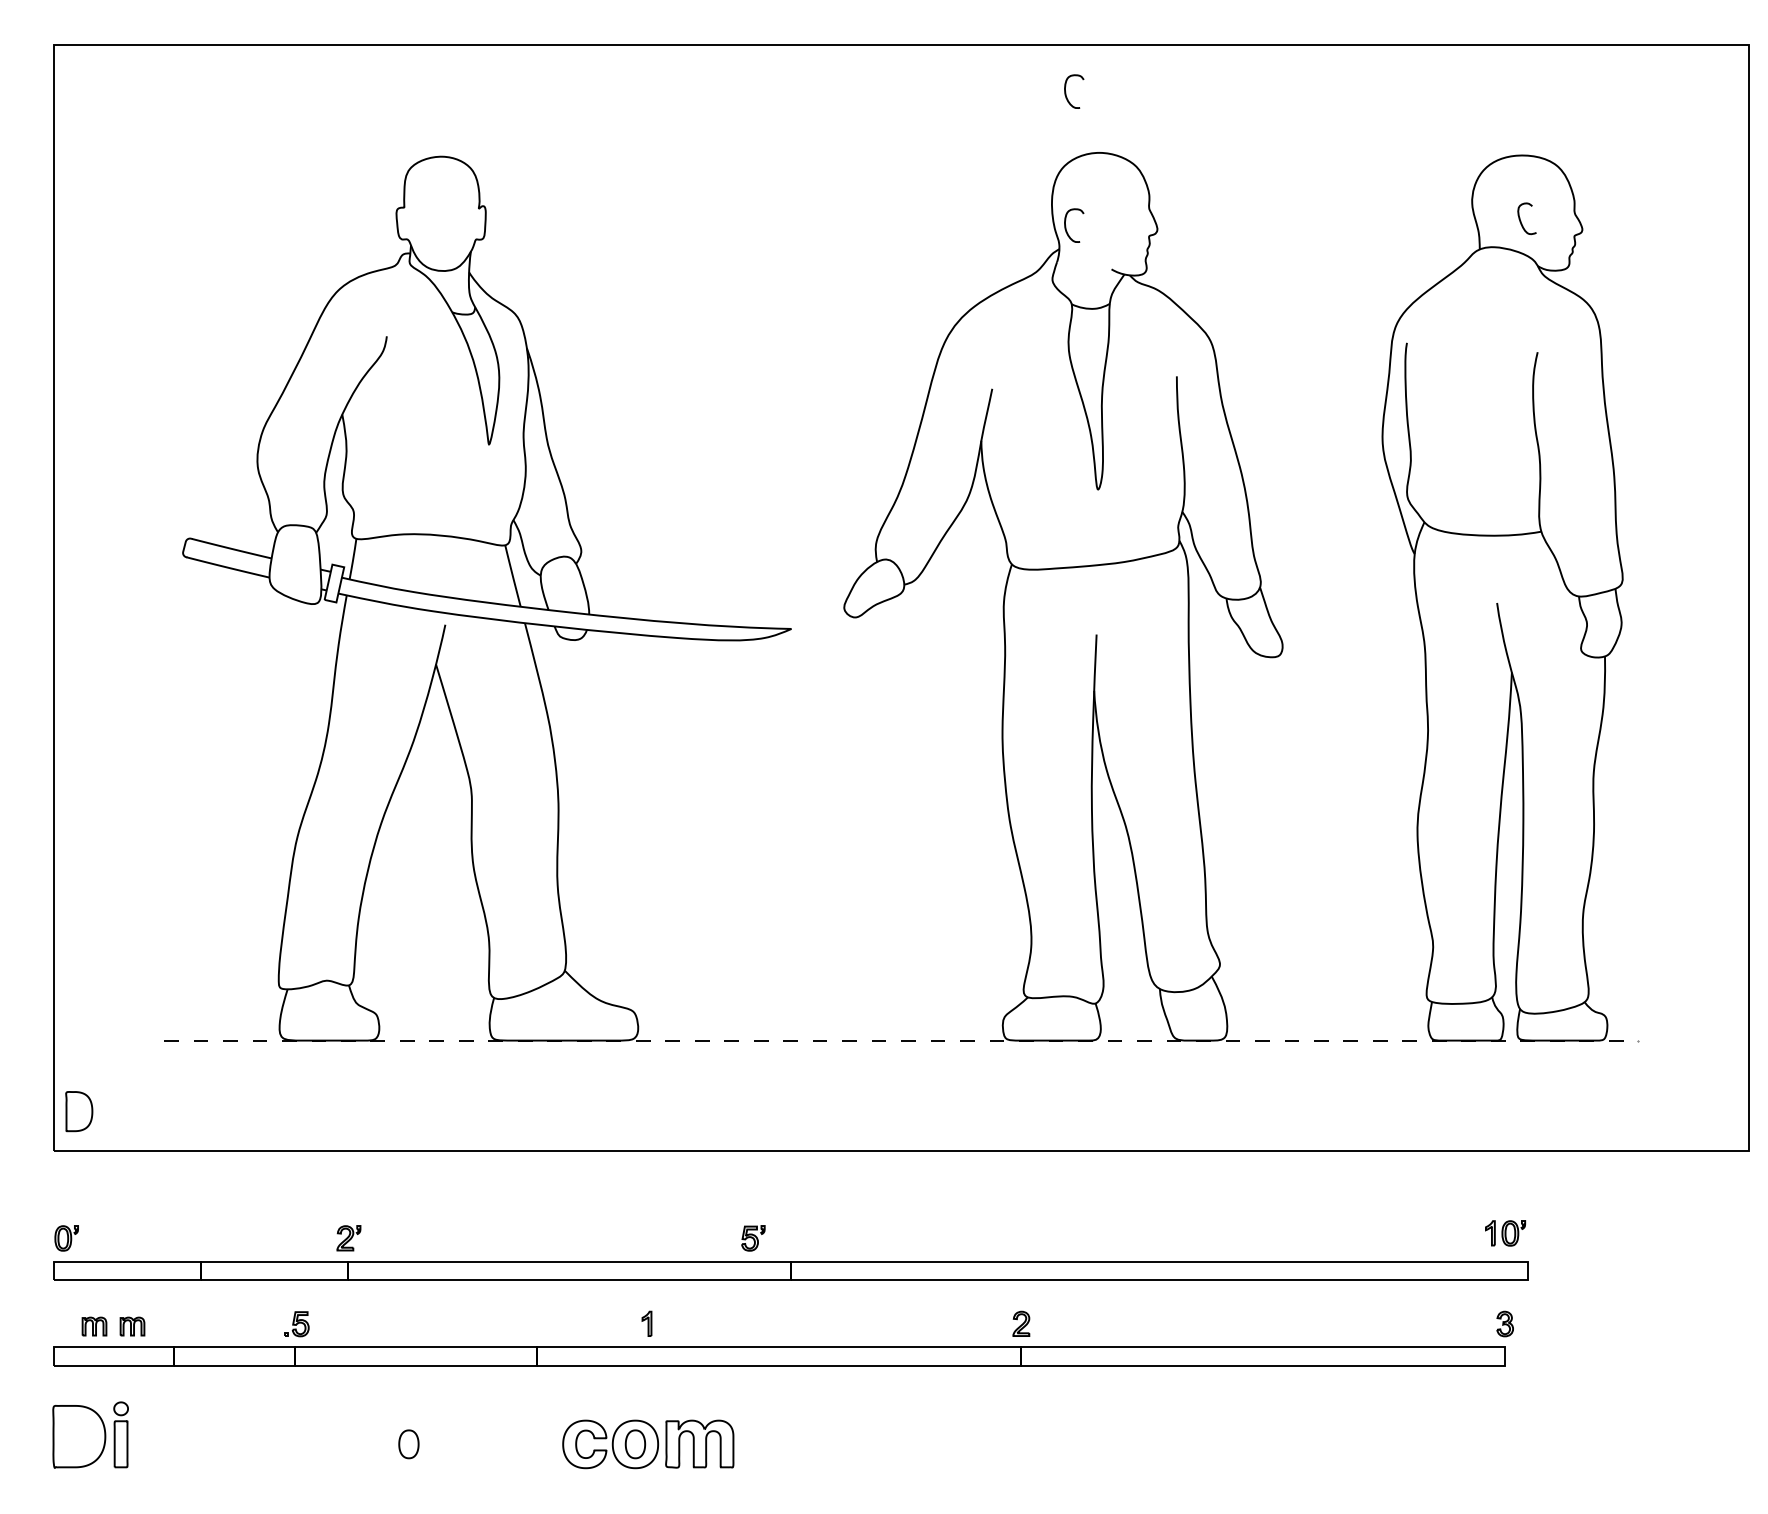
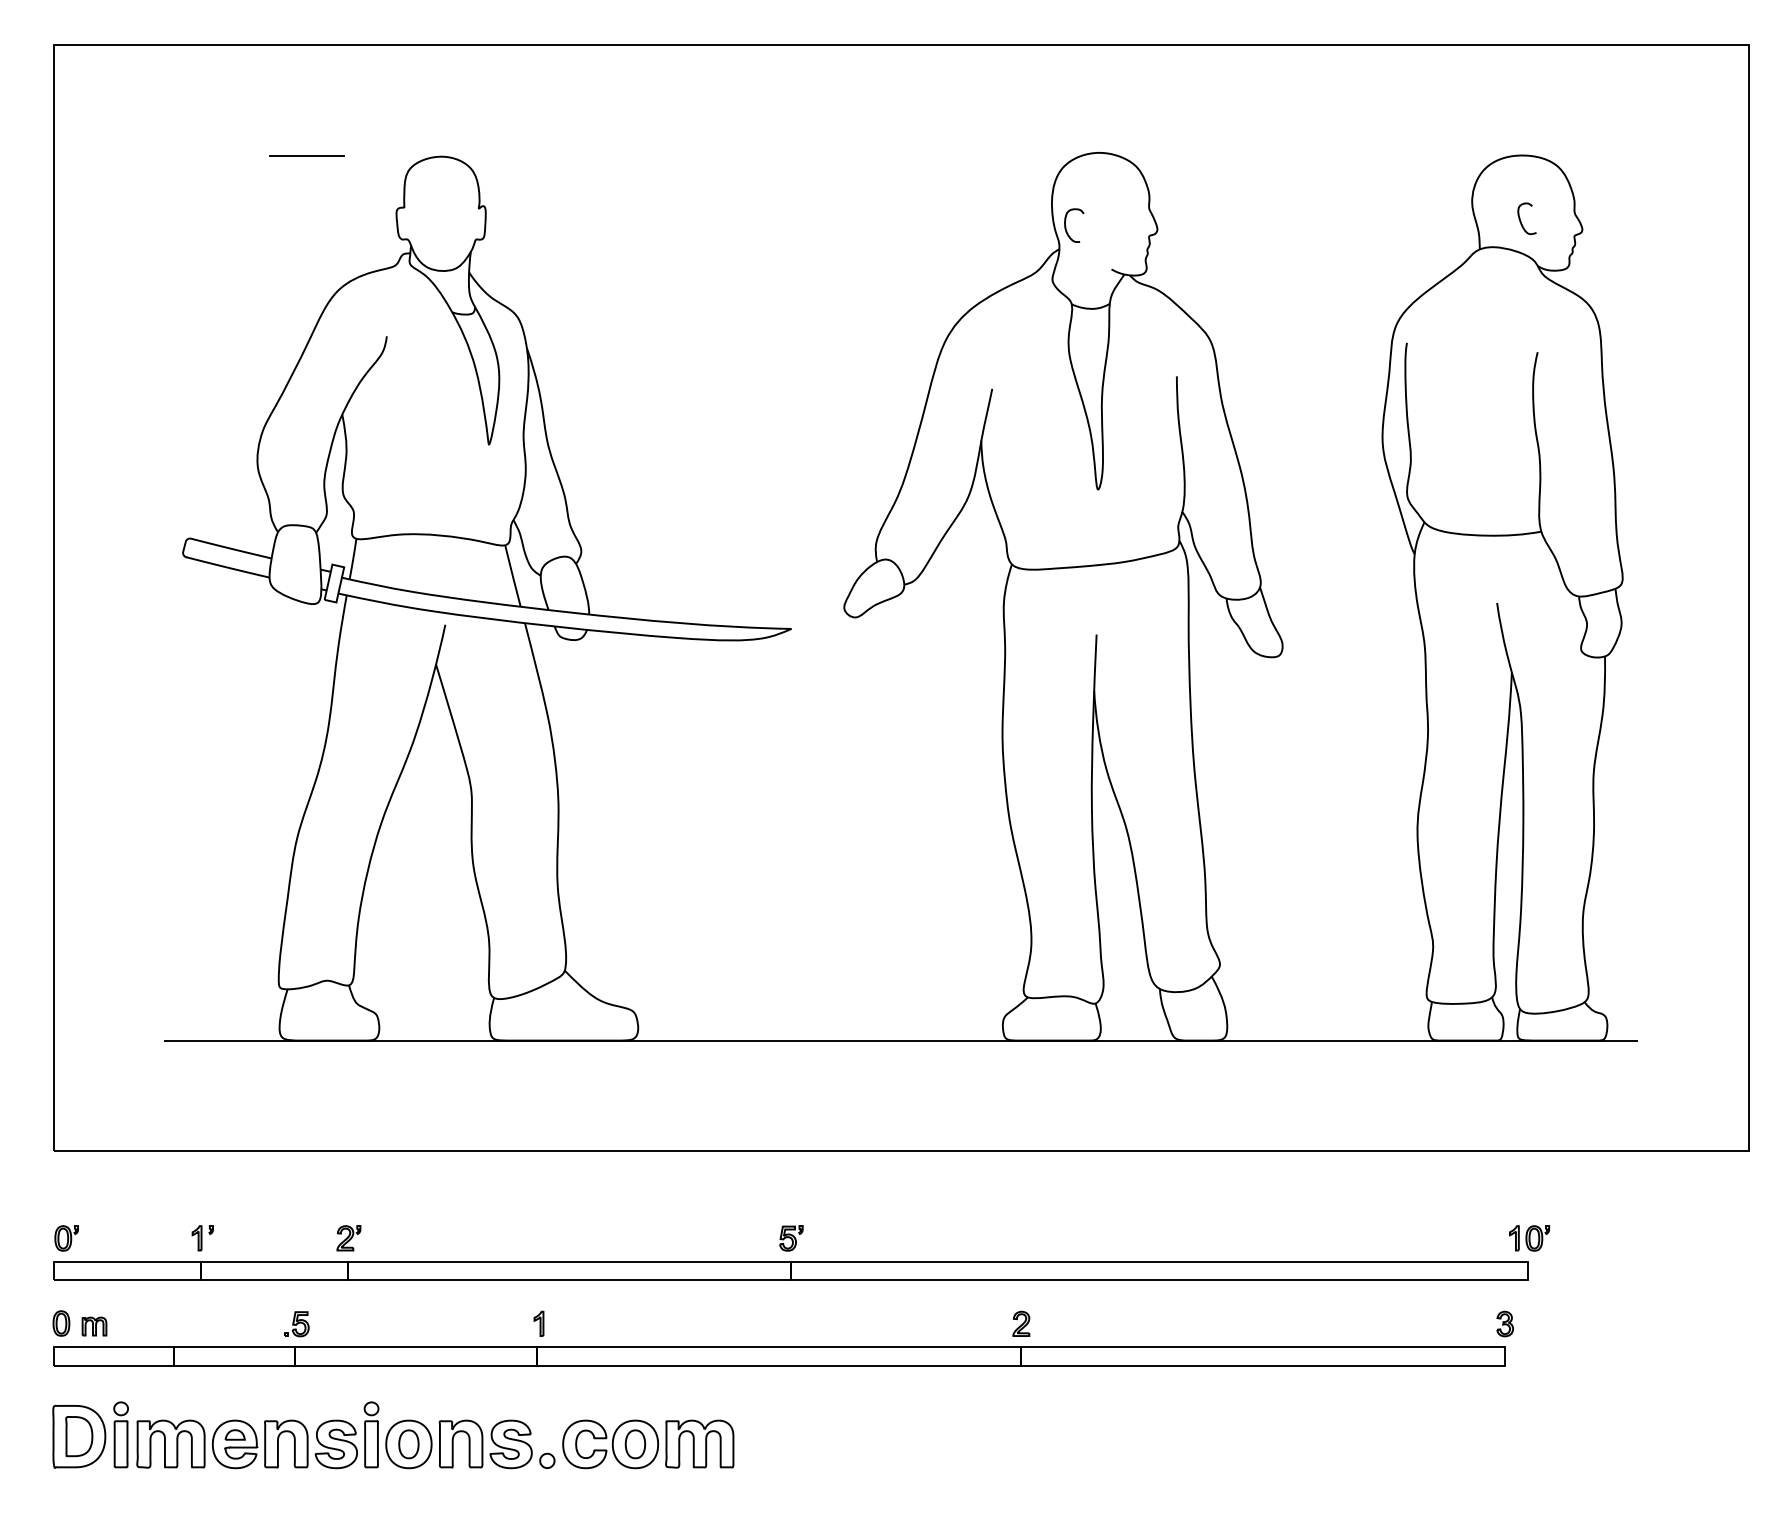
curve at (1066, 92): present -> none
line at (306, 156): none -> present
line at (901, 1040): dashed -> solid
part at (79, 1111) position: (79, 1111) -> (79, 1436)
part at (1505, 1233) position: (1505, 1233) -> (1529, 1238)
part at (202, 1238): none -> present
part at (753, 1238) position: (753, 1238) -> (791, 1238)
part at (61, 1323): none -> present
part at (646, 1323) position: (646, 1323) -> (538, 1323)
part at (132, 1326): present -> none
part at (345, 1435): none -> present
